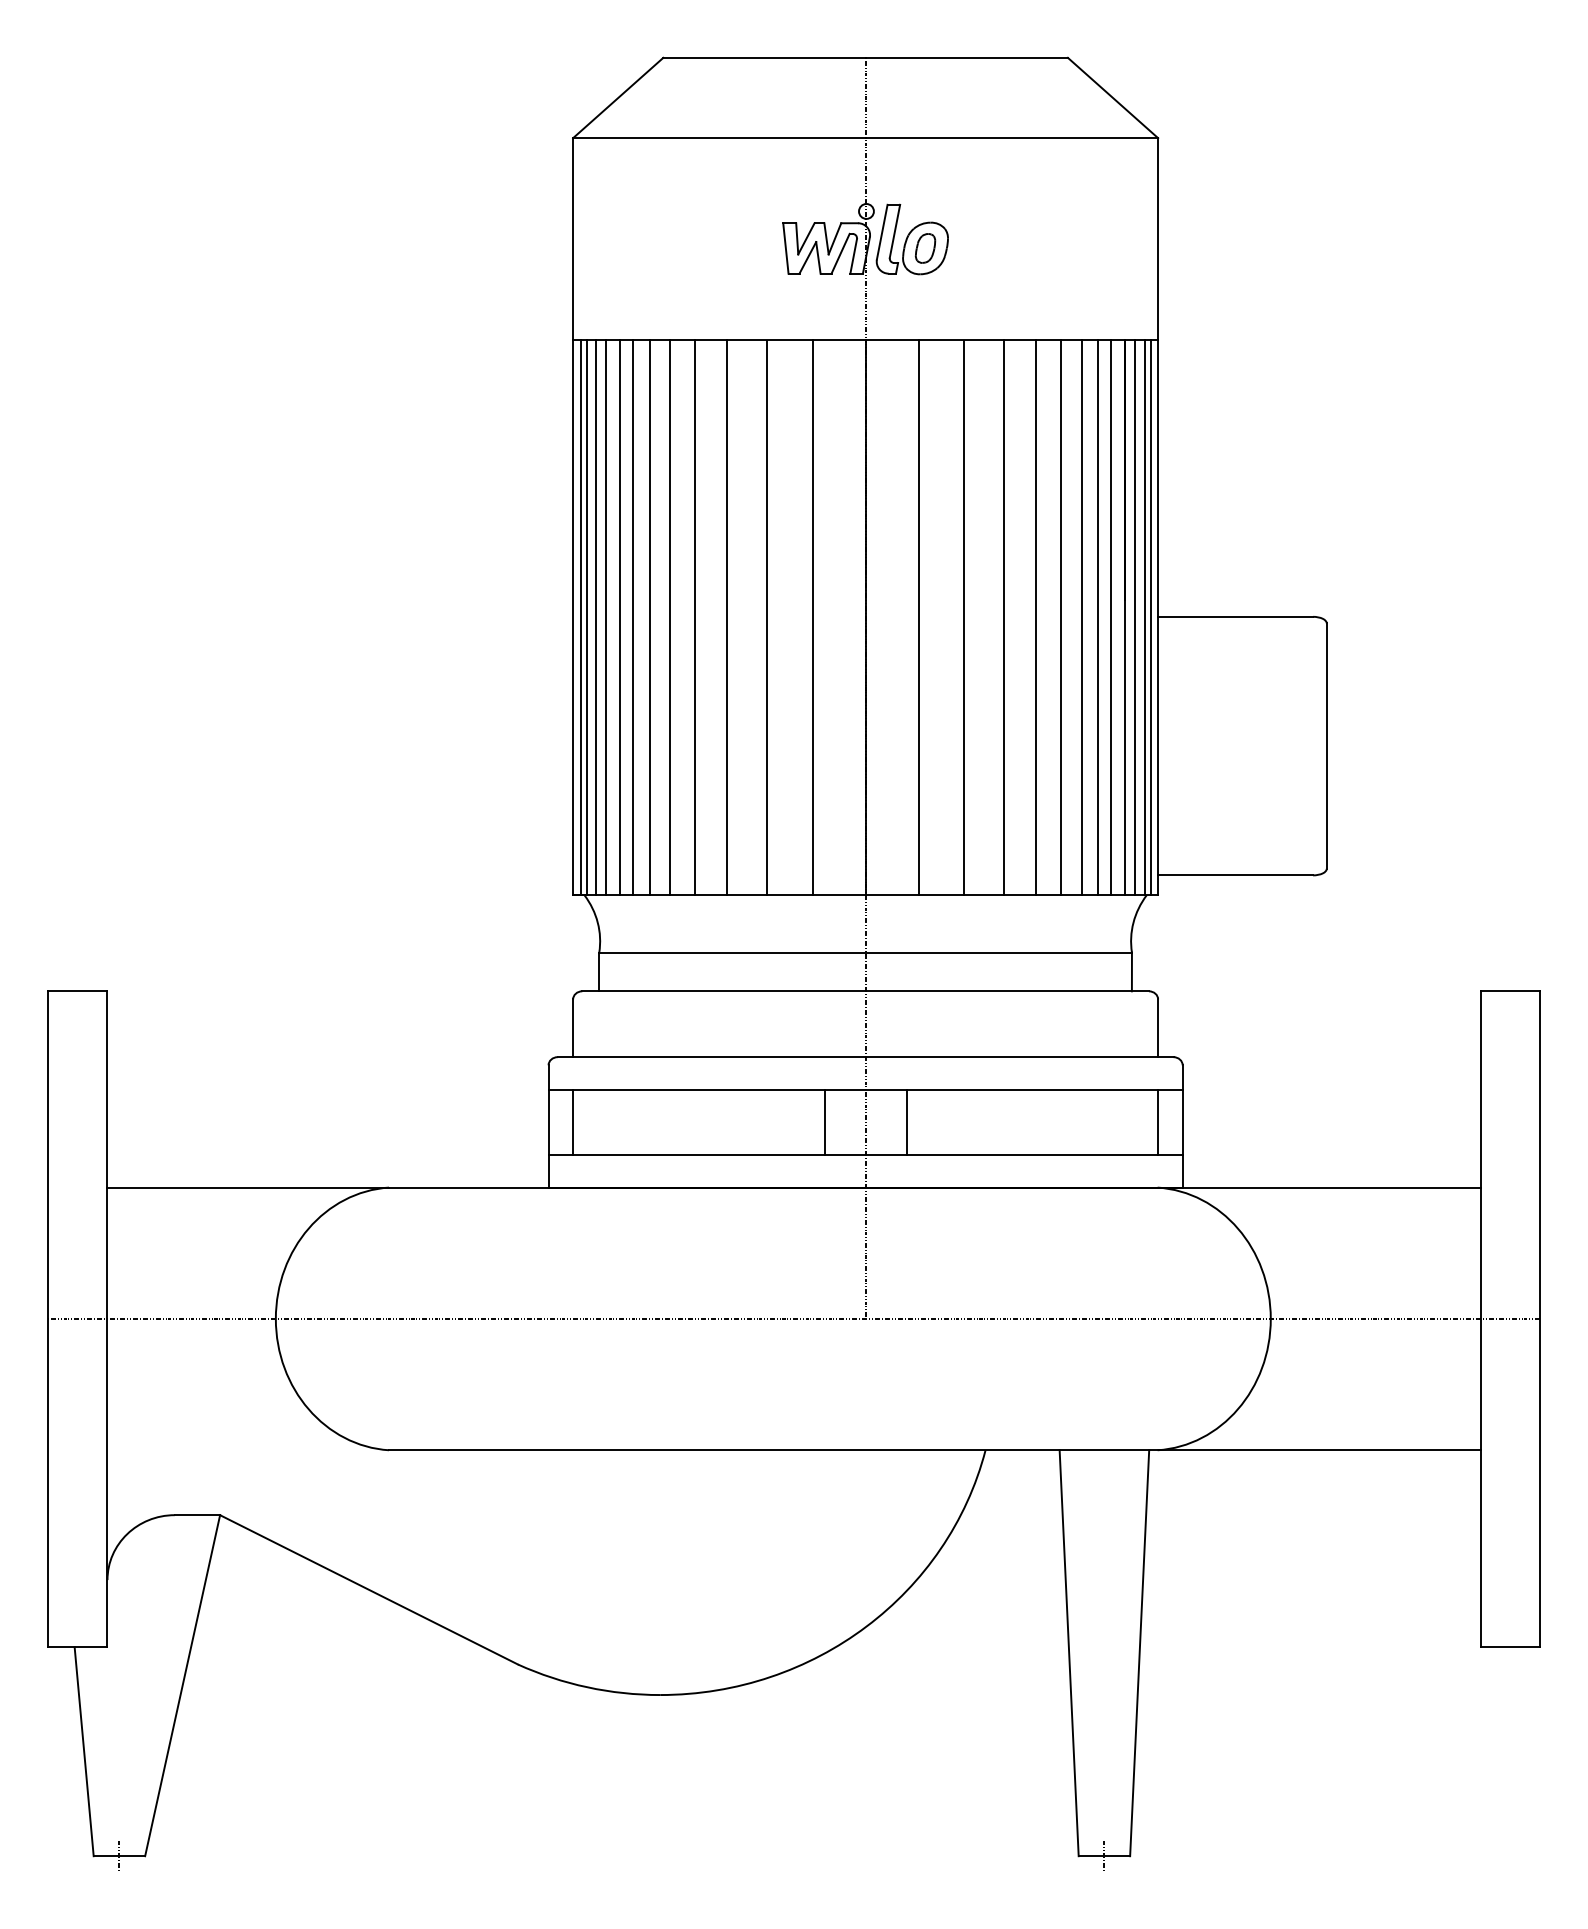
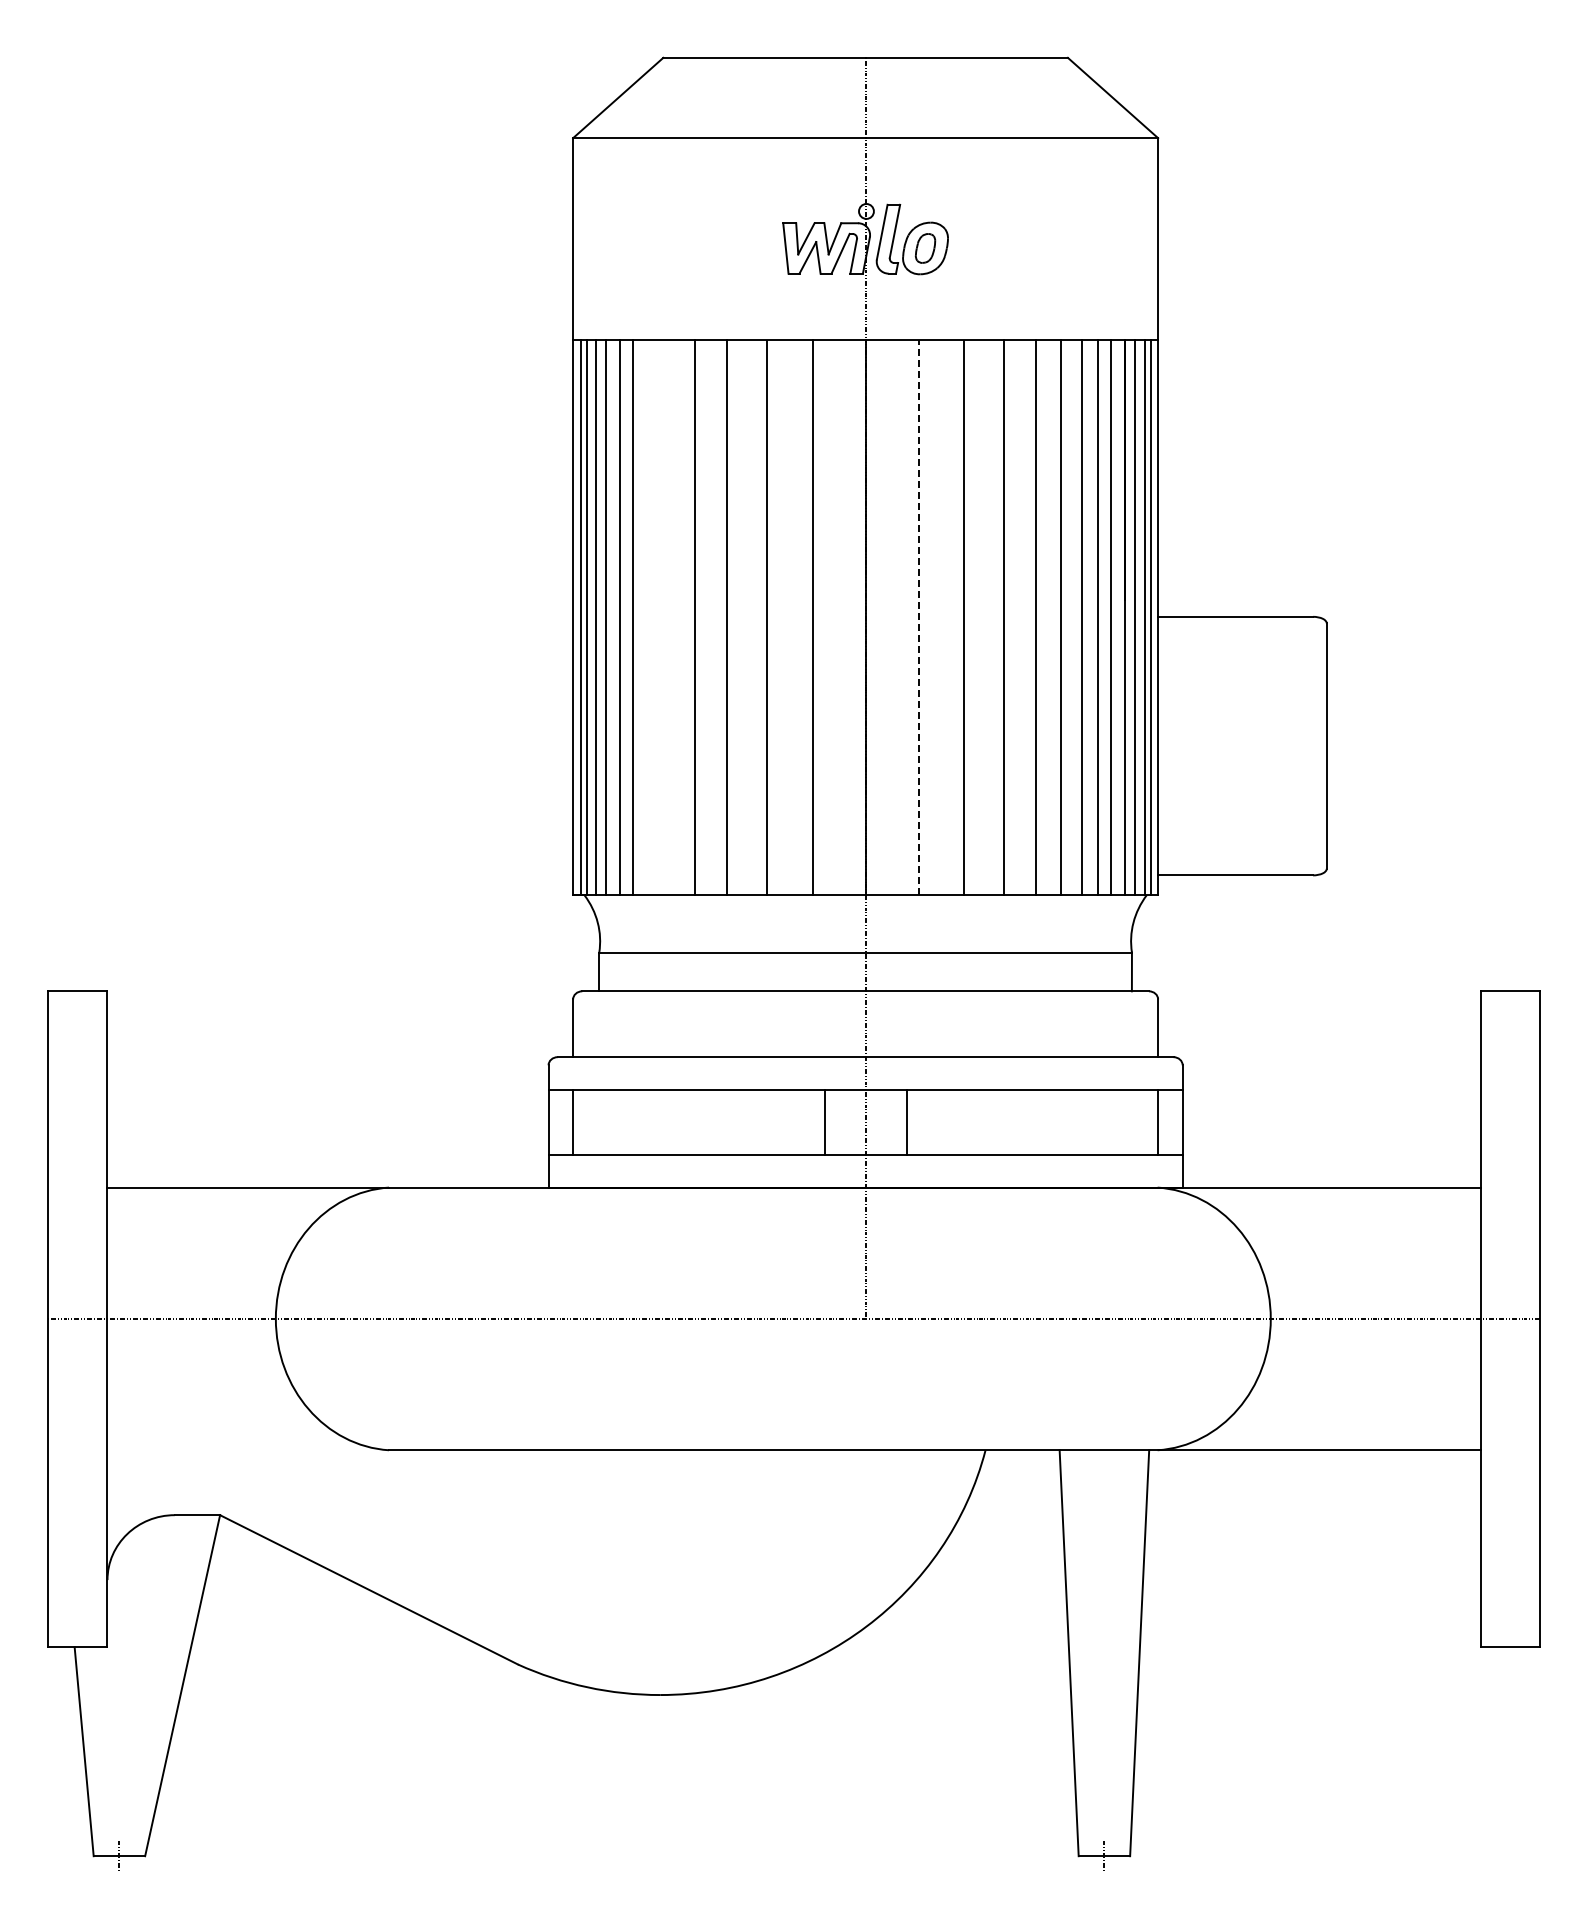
line at (649, 617): present -> none
line at (670, 617): present -> none
line at (918, 617): solid -> dashed
